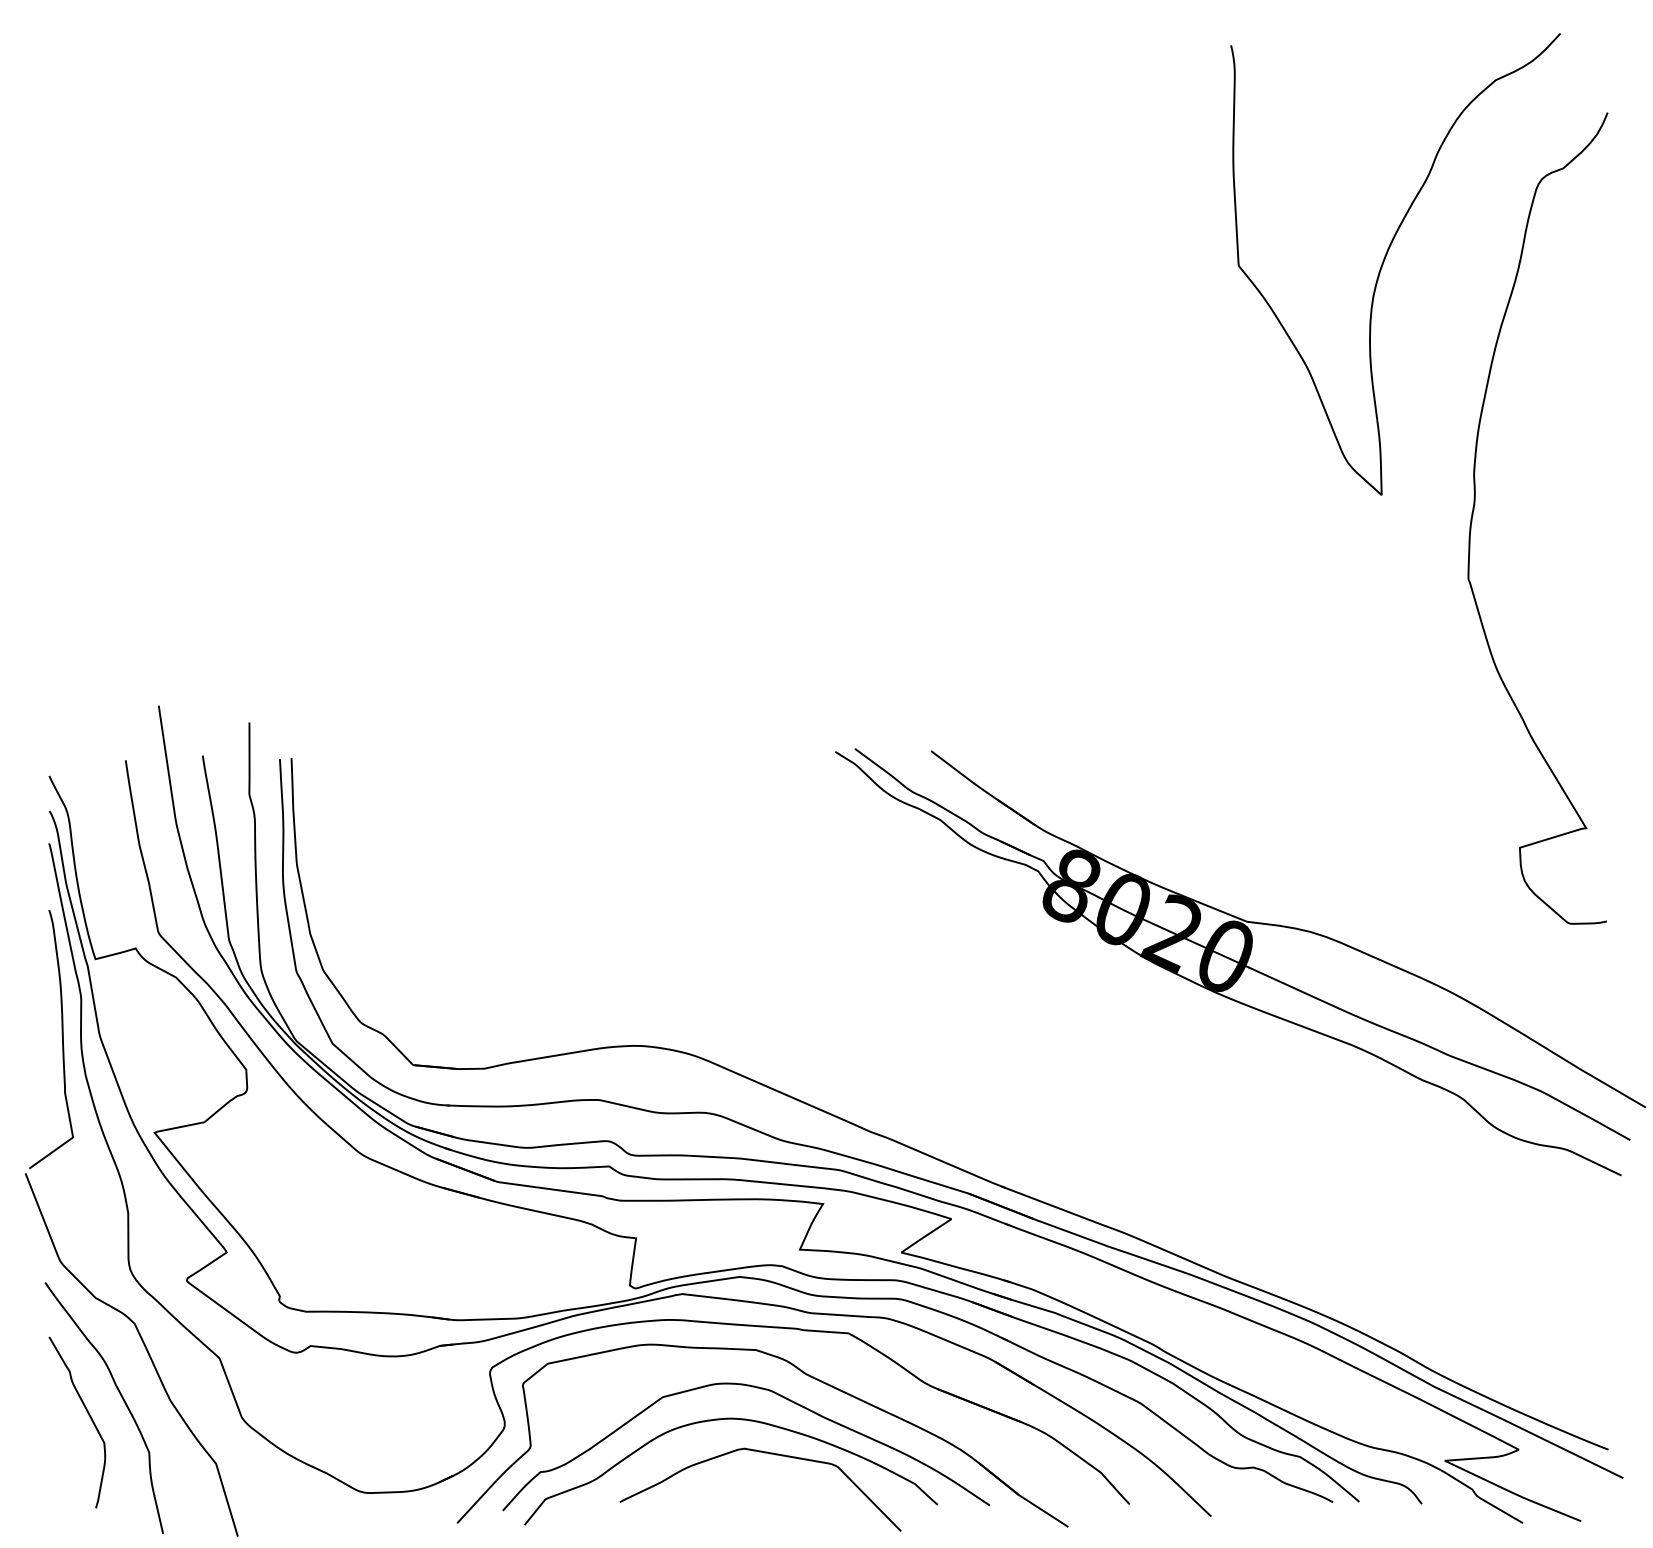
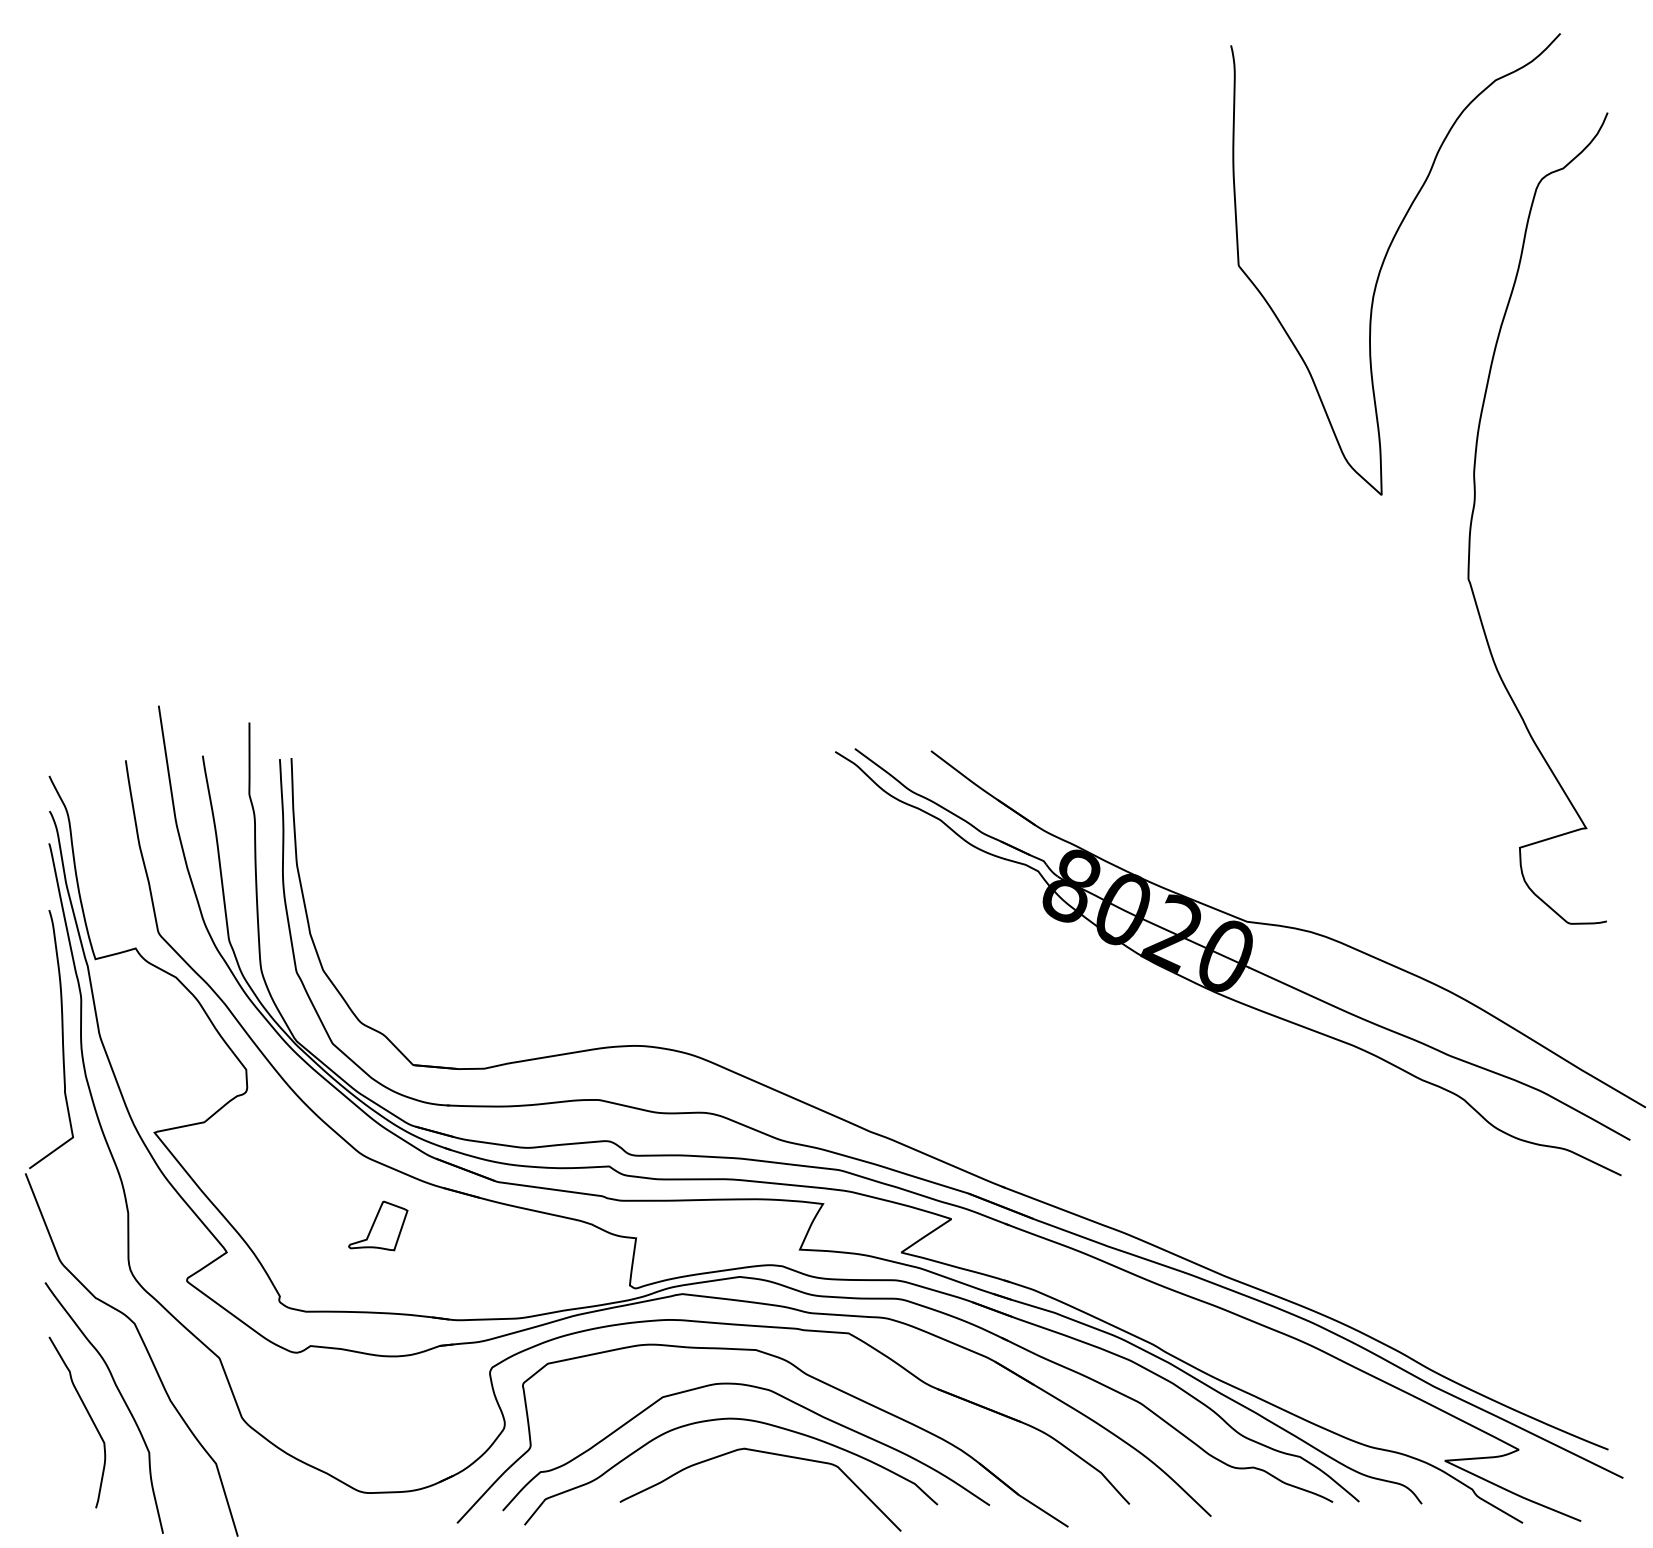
part at (378, 1225): none -> present
